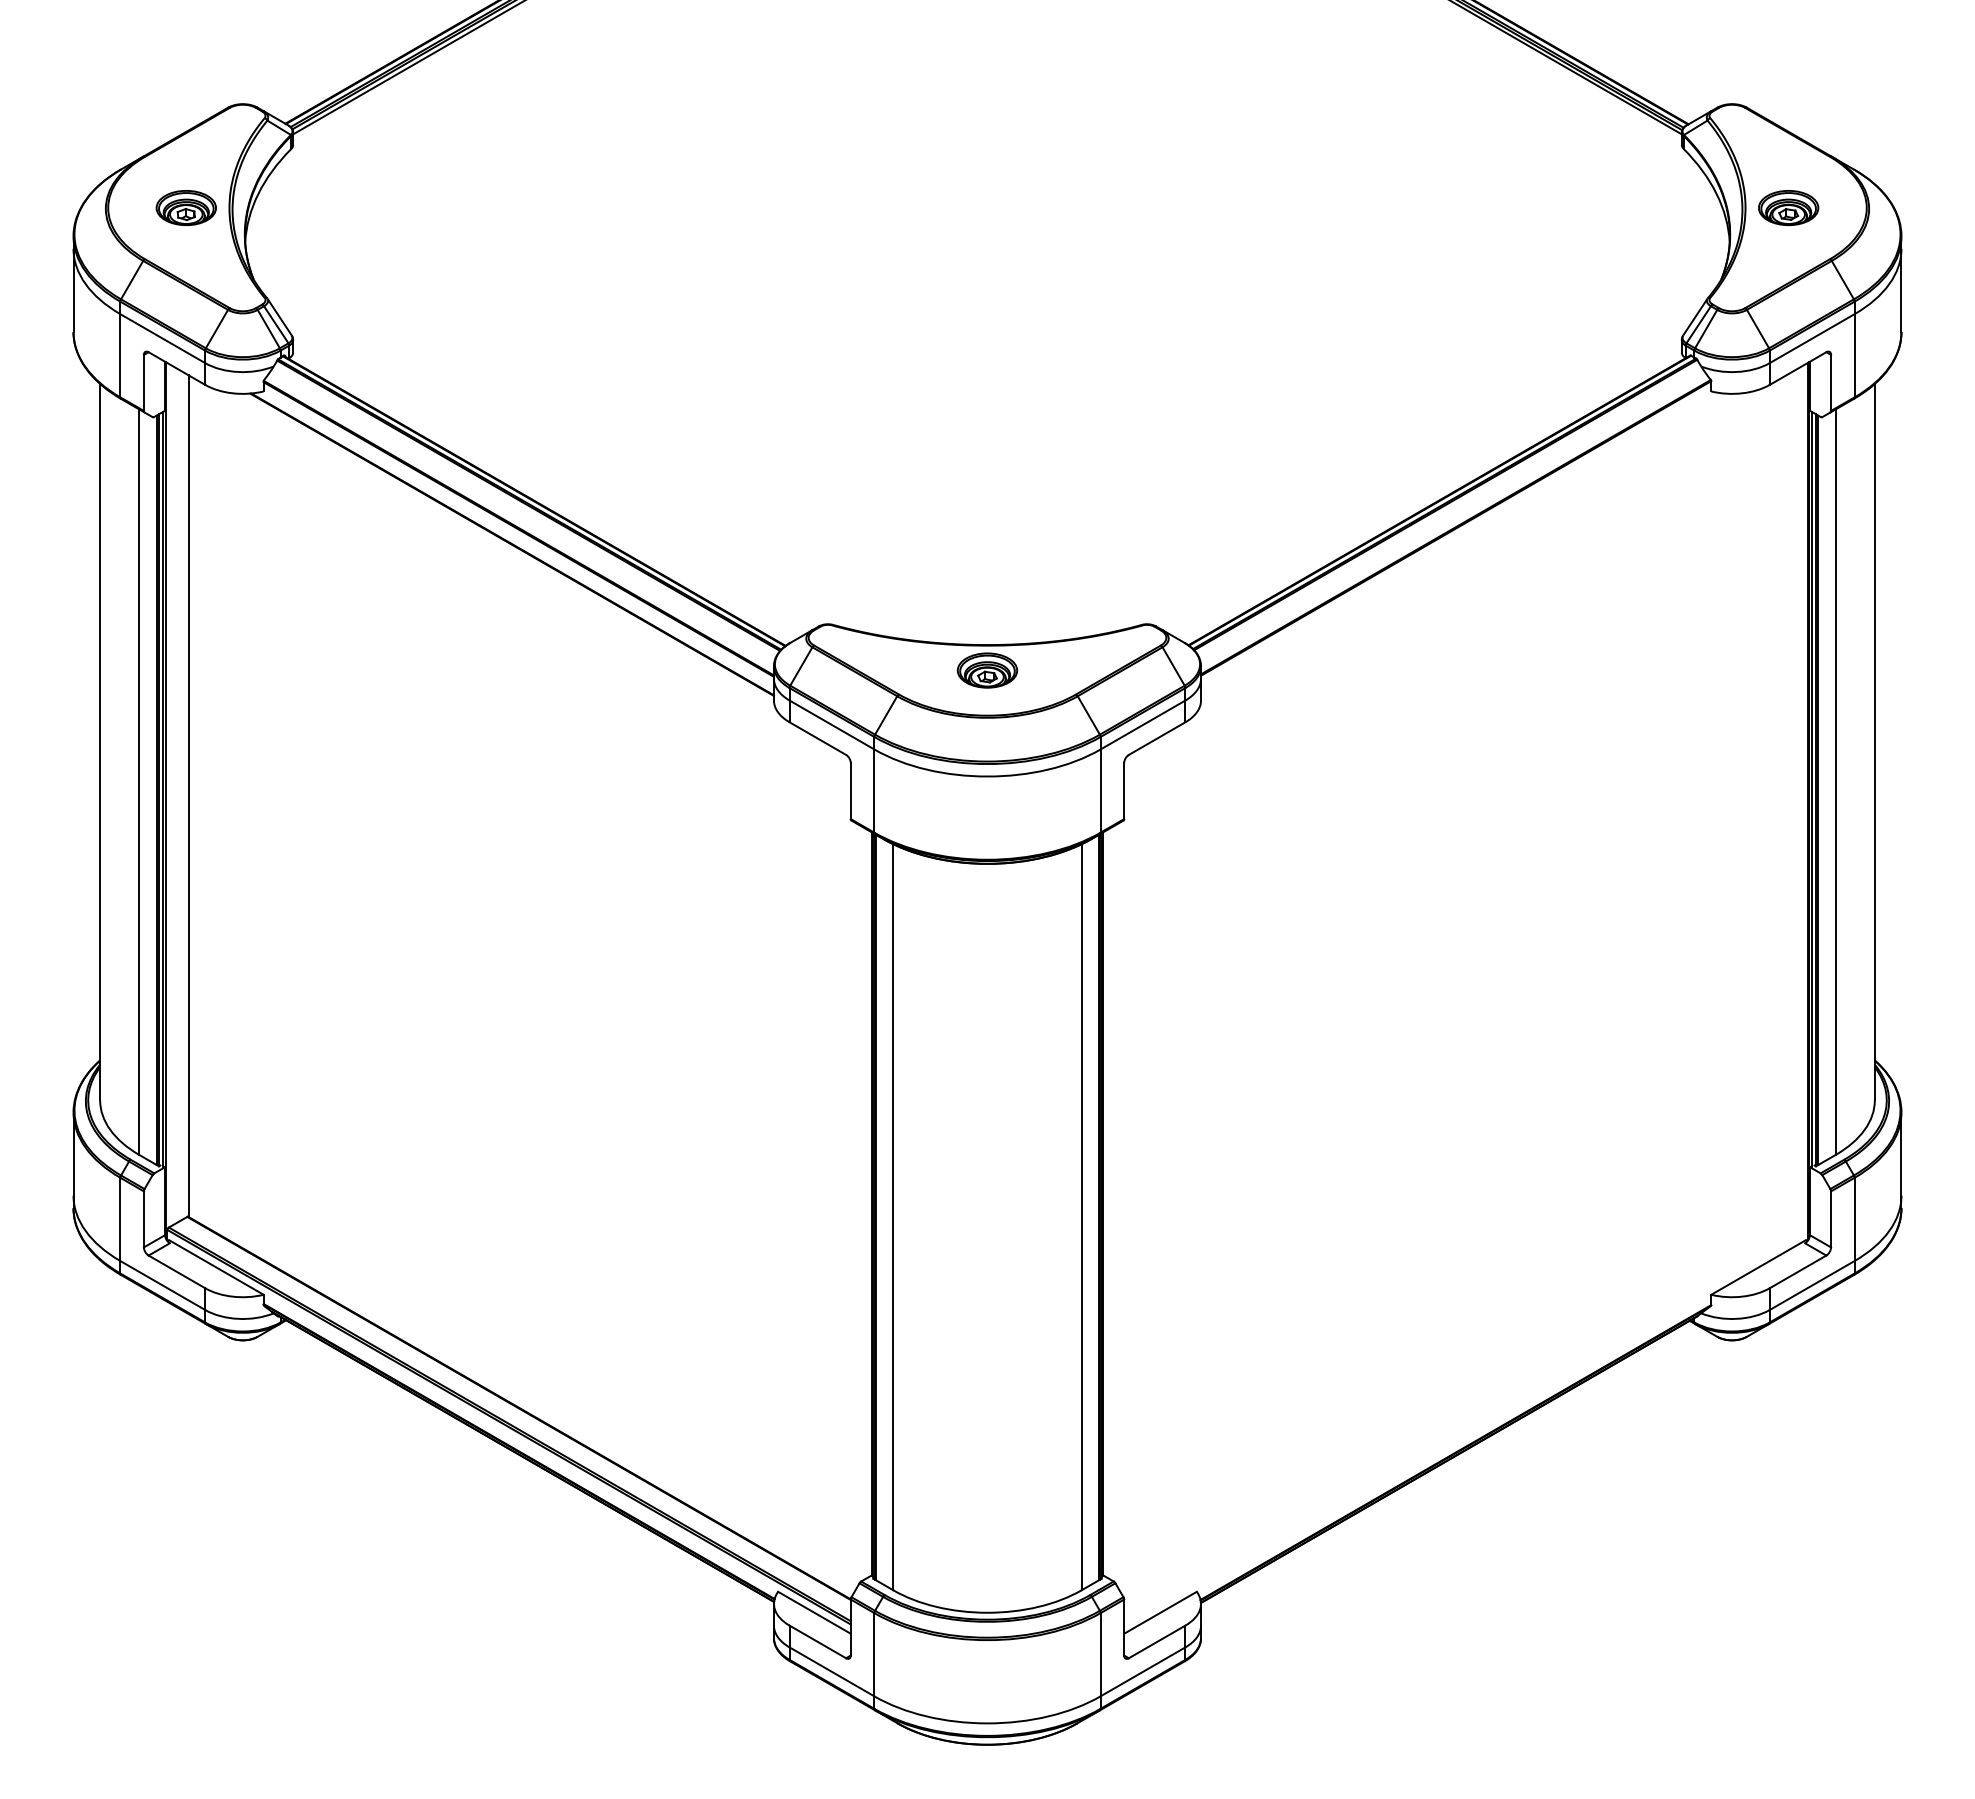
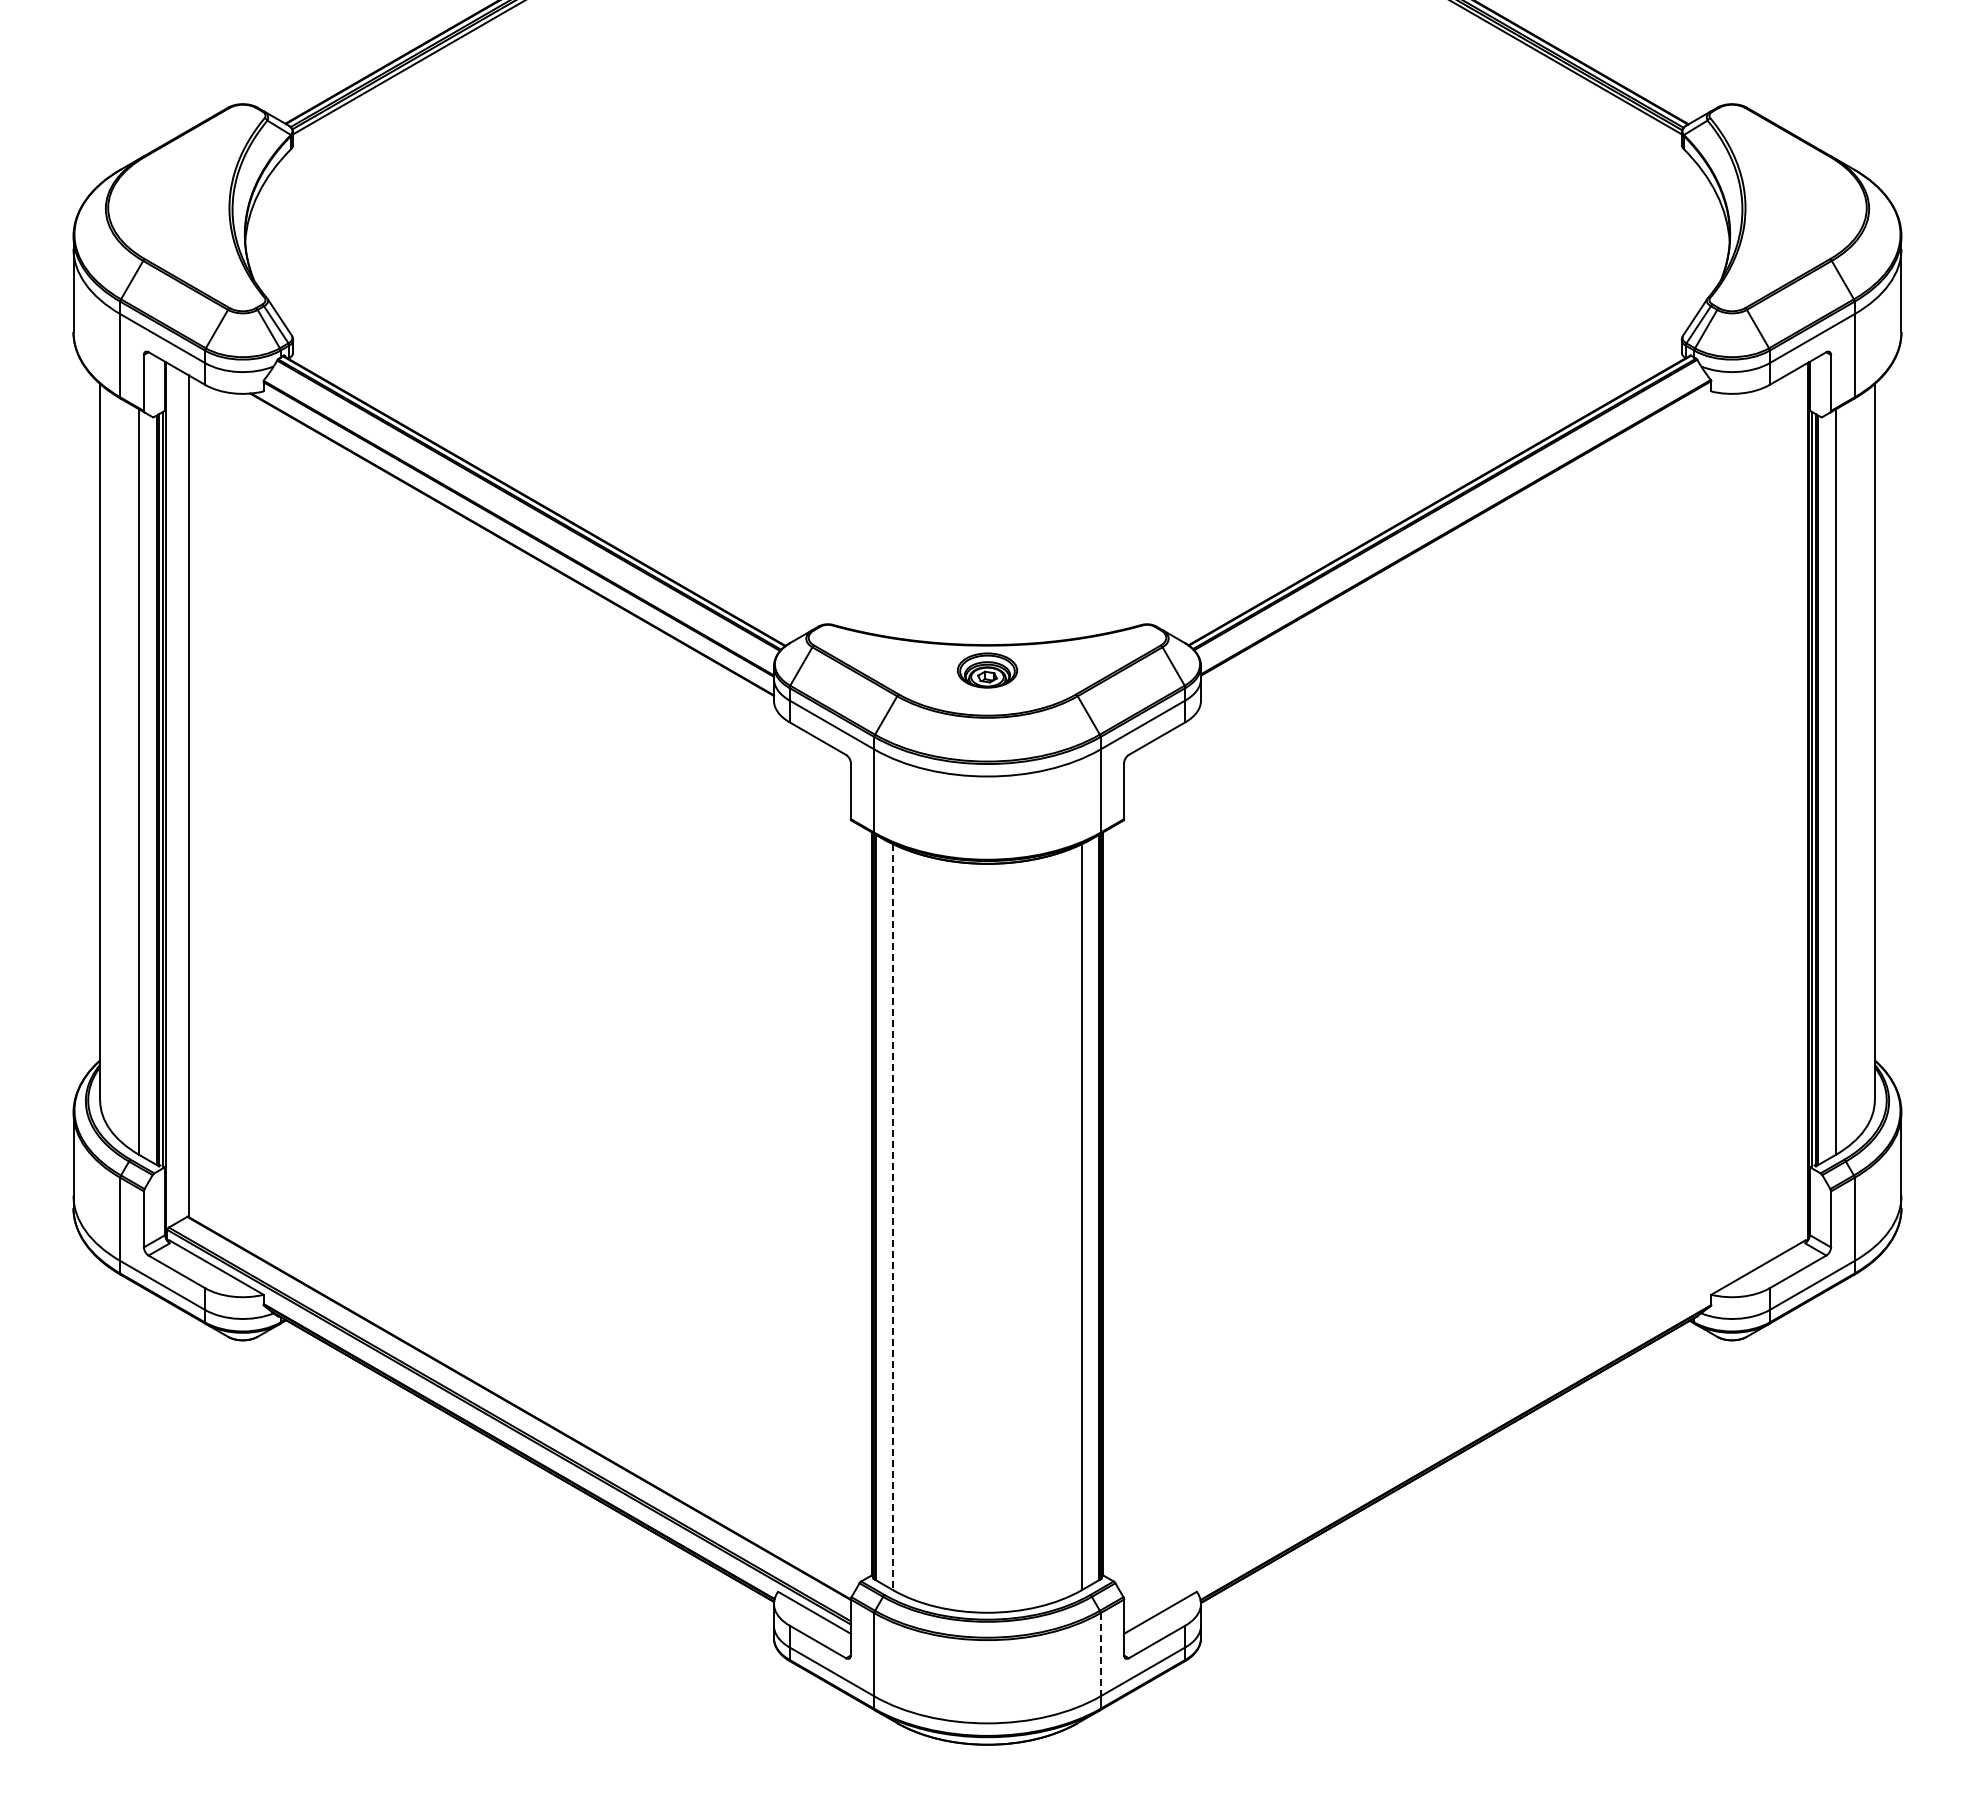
part at (185, 208): present -> none
part at (1788, 208): present -> none
line at (893, 1217): solid -> dashed
line at (1100, 1654): solid -> dashed
